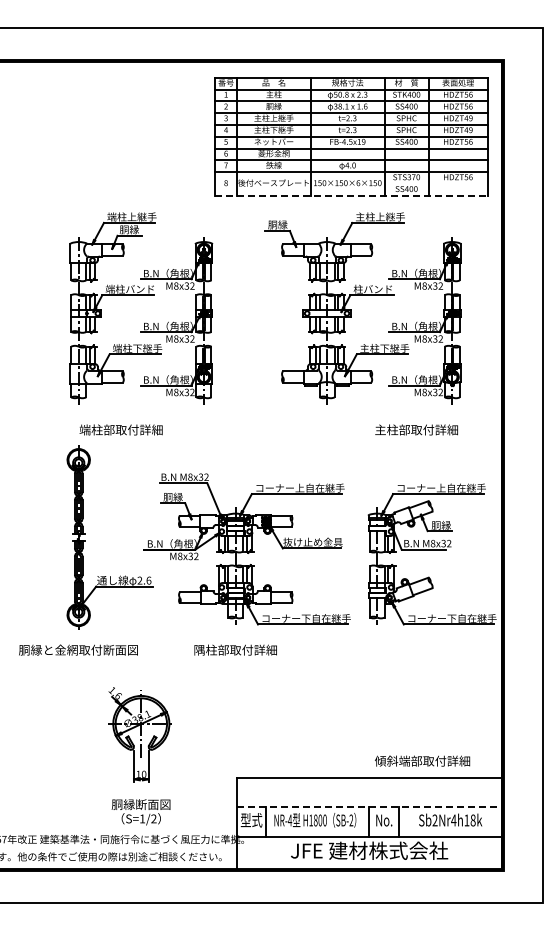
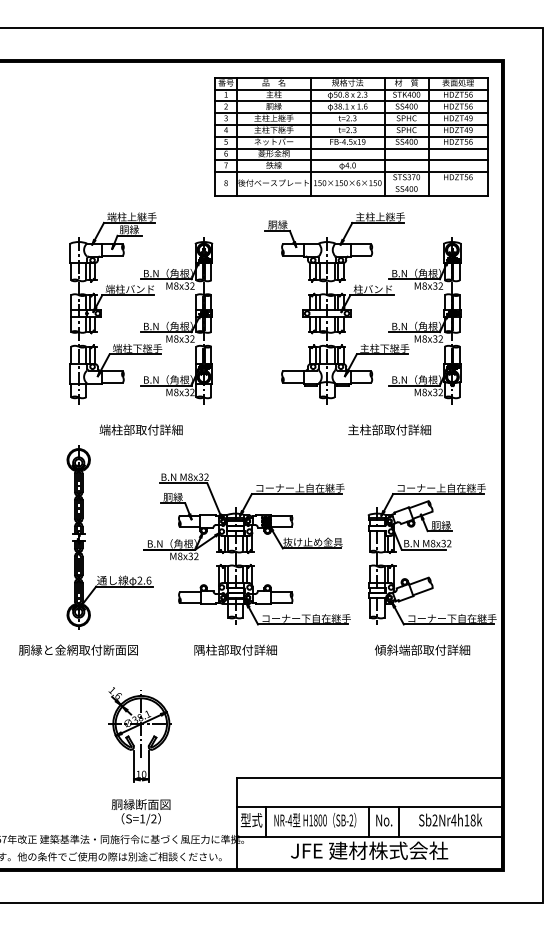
line at (351, 195): dashed -> solid
text at (120, 429) position: (120, 429) -> (140, 429)
text at (416, 429) position: (416, 429) -> (389, 429)
text at (422, 760) position: (422, 760) -> (422, 649)
line at (369, 807): dashed -> solid
